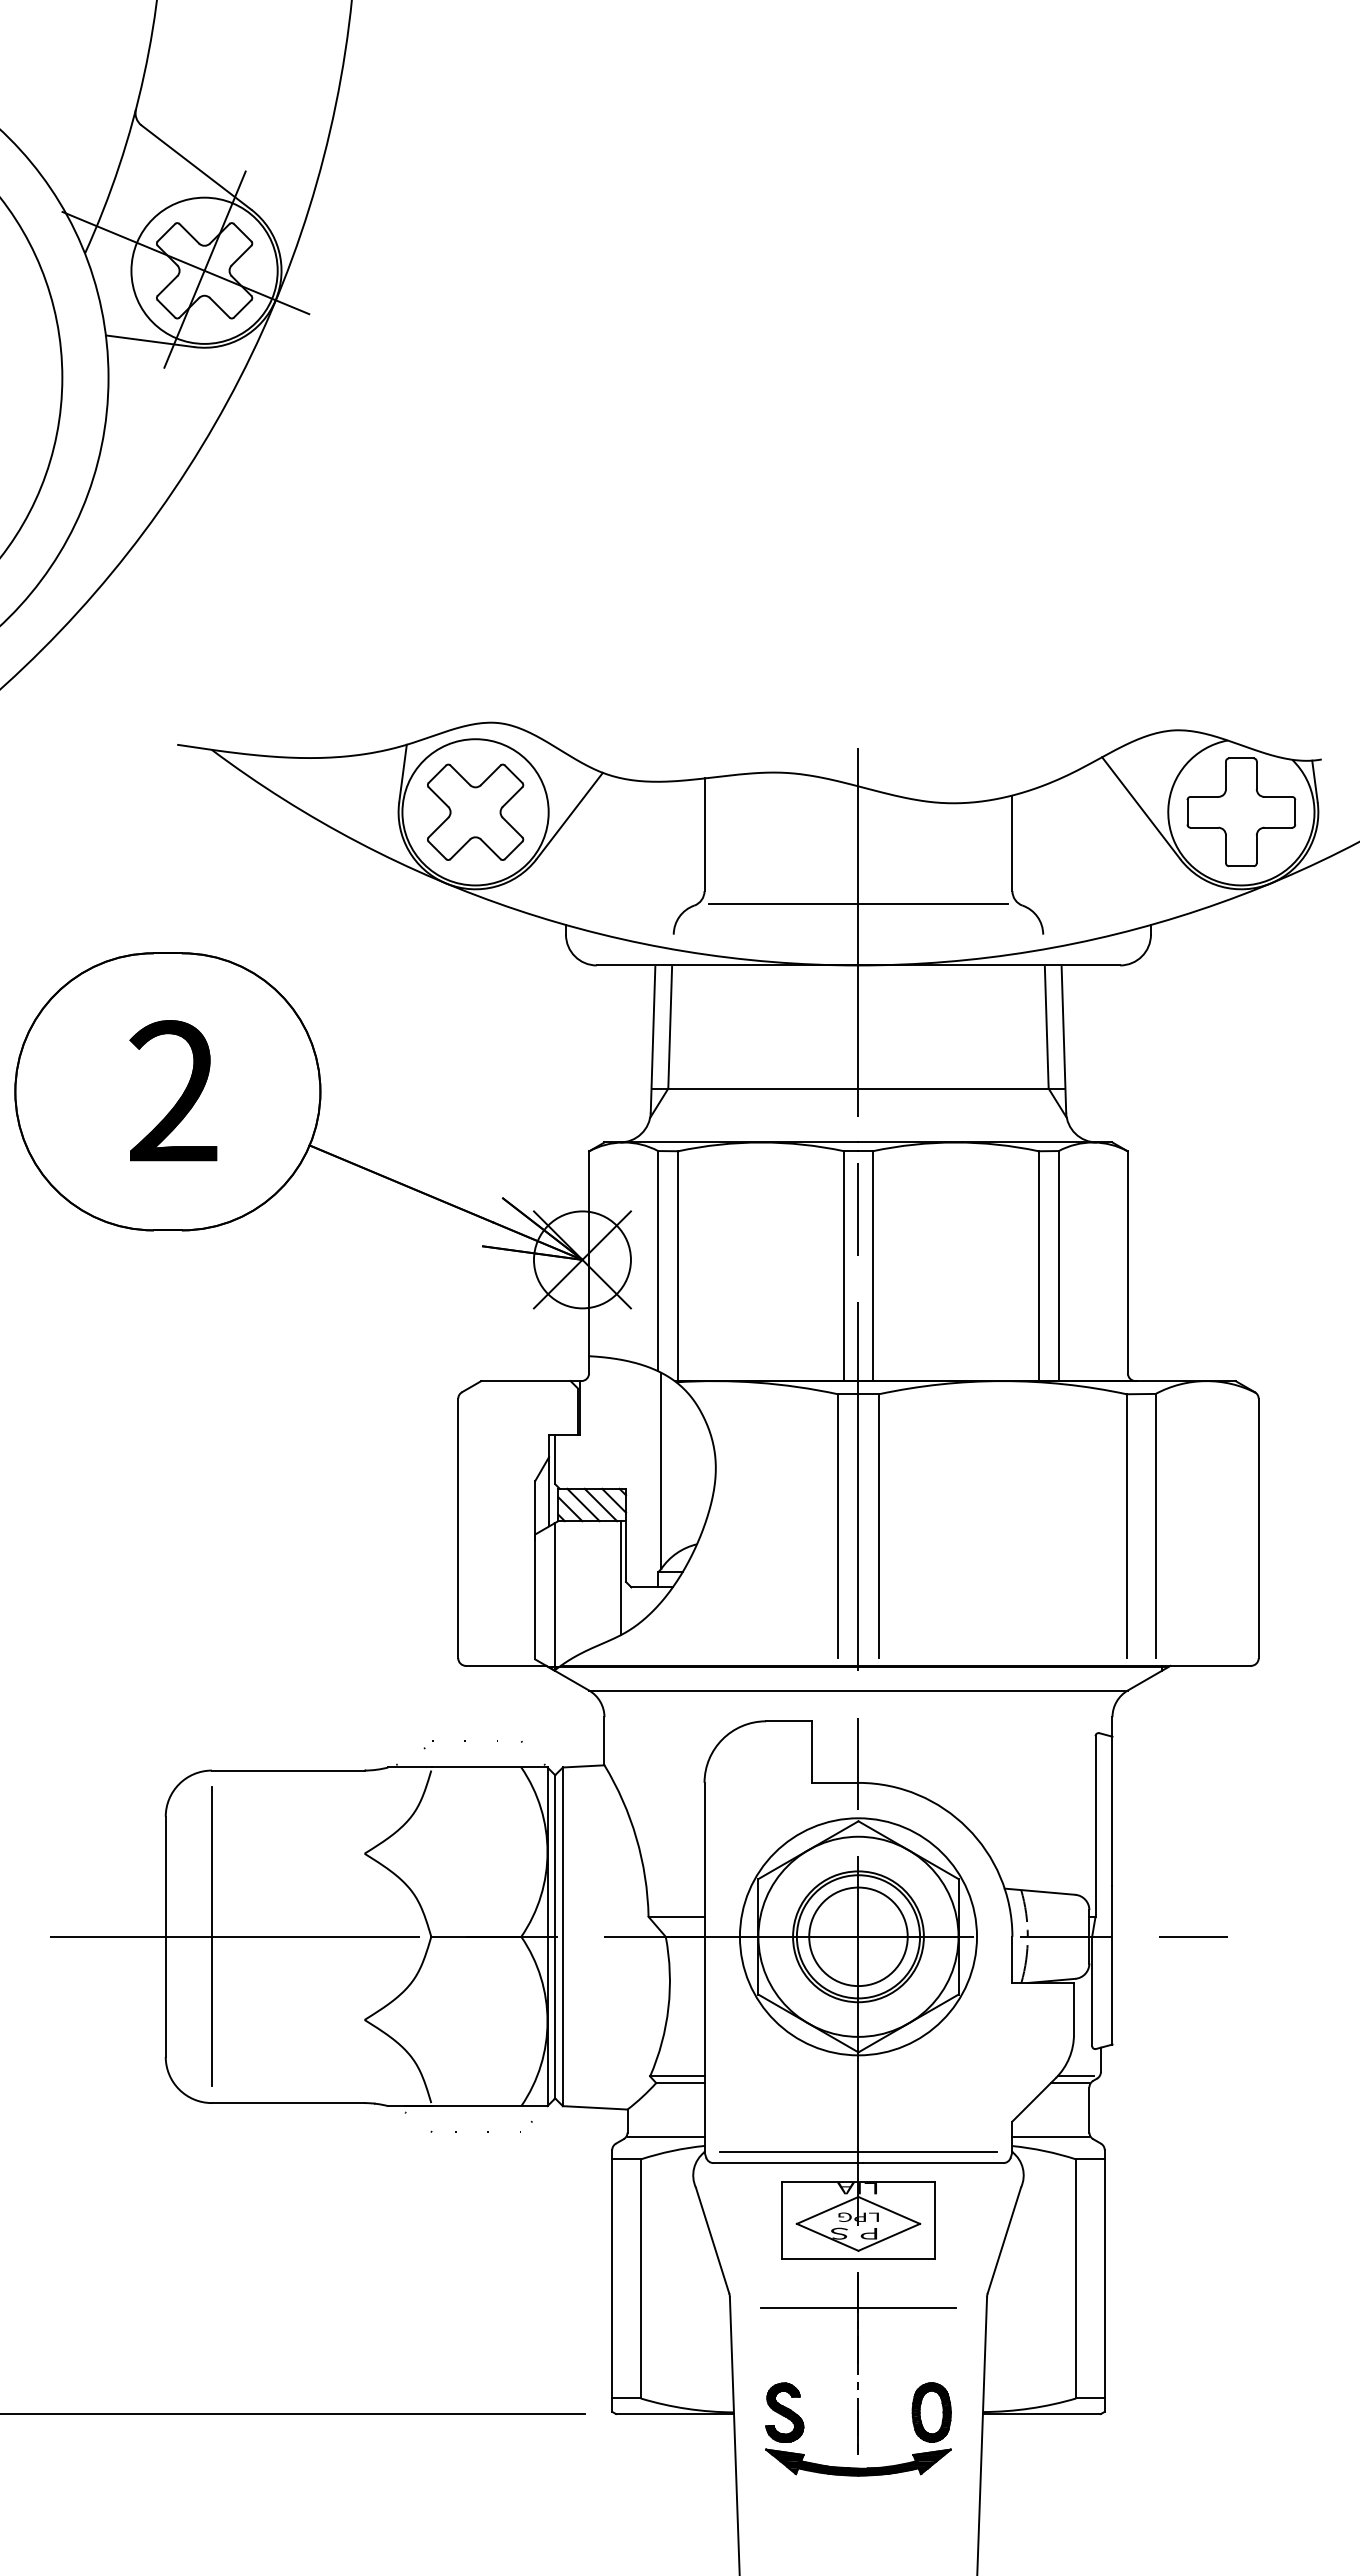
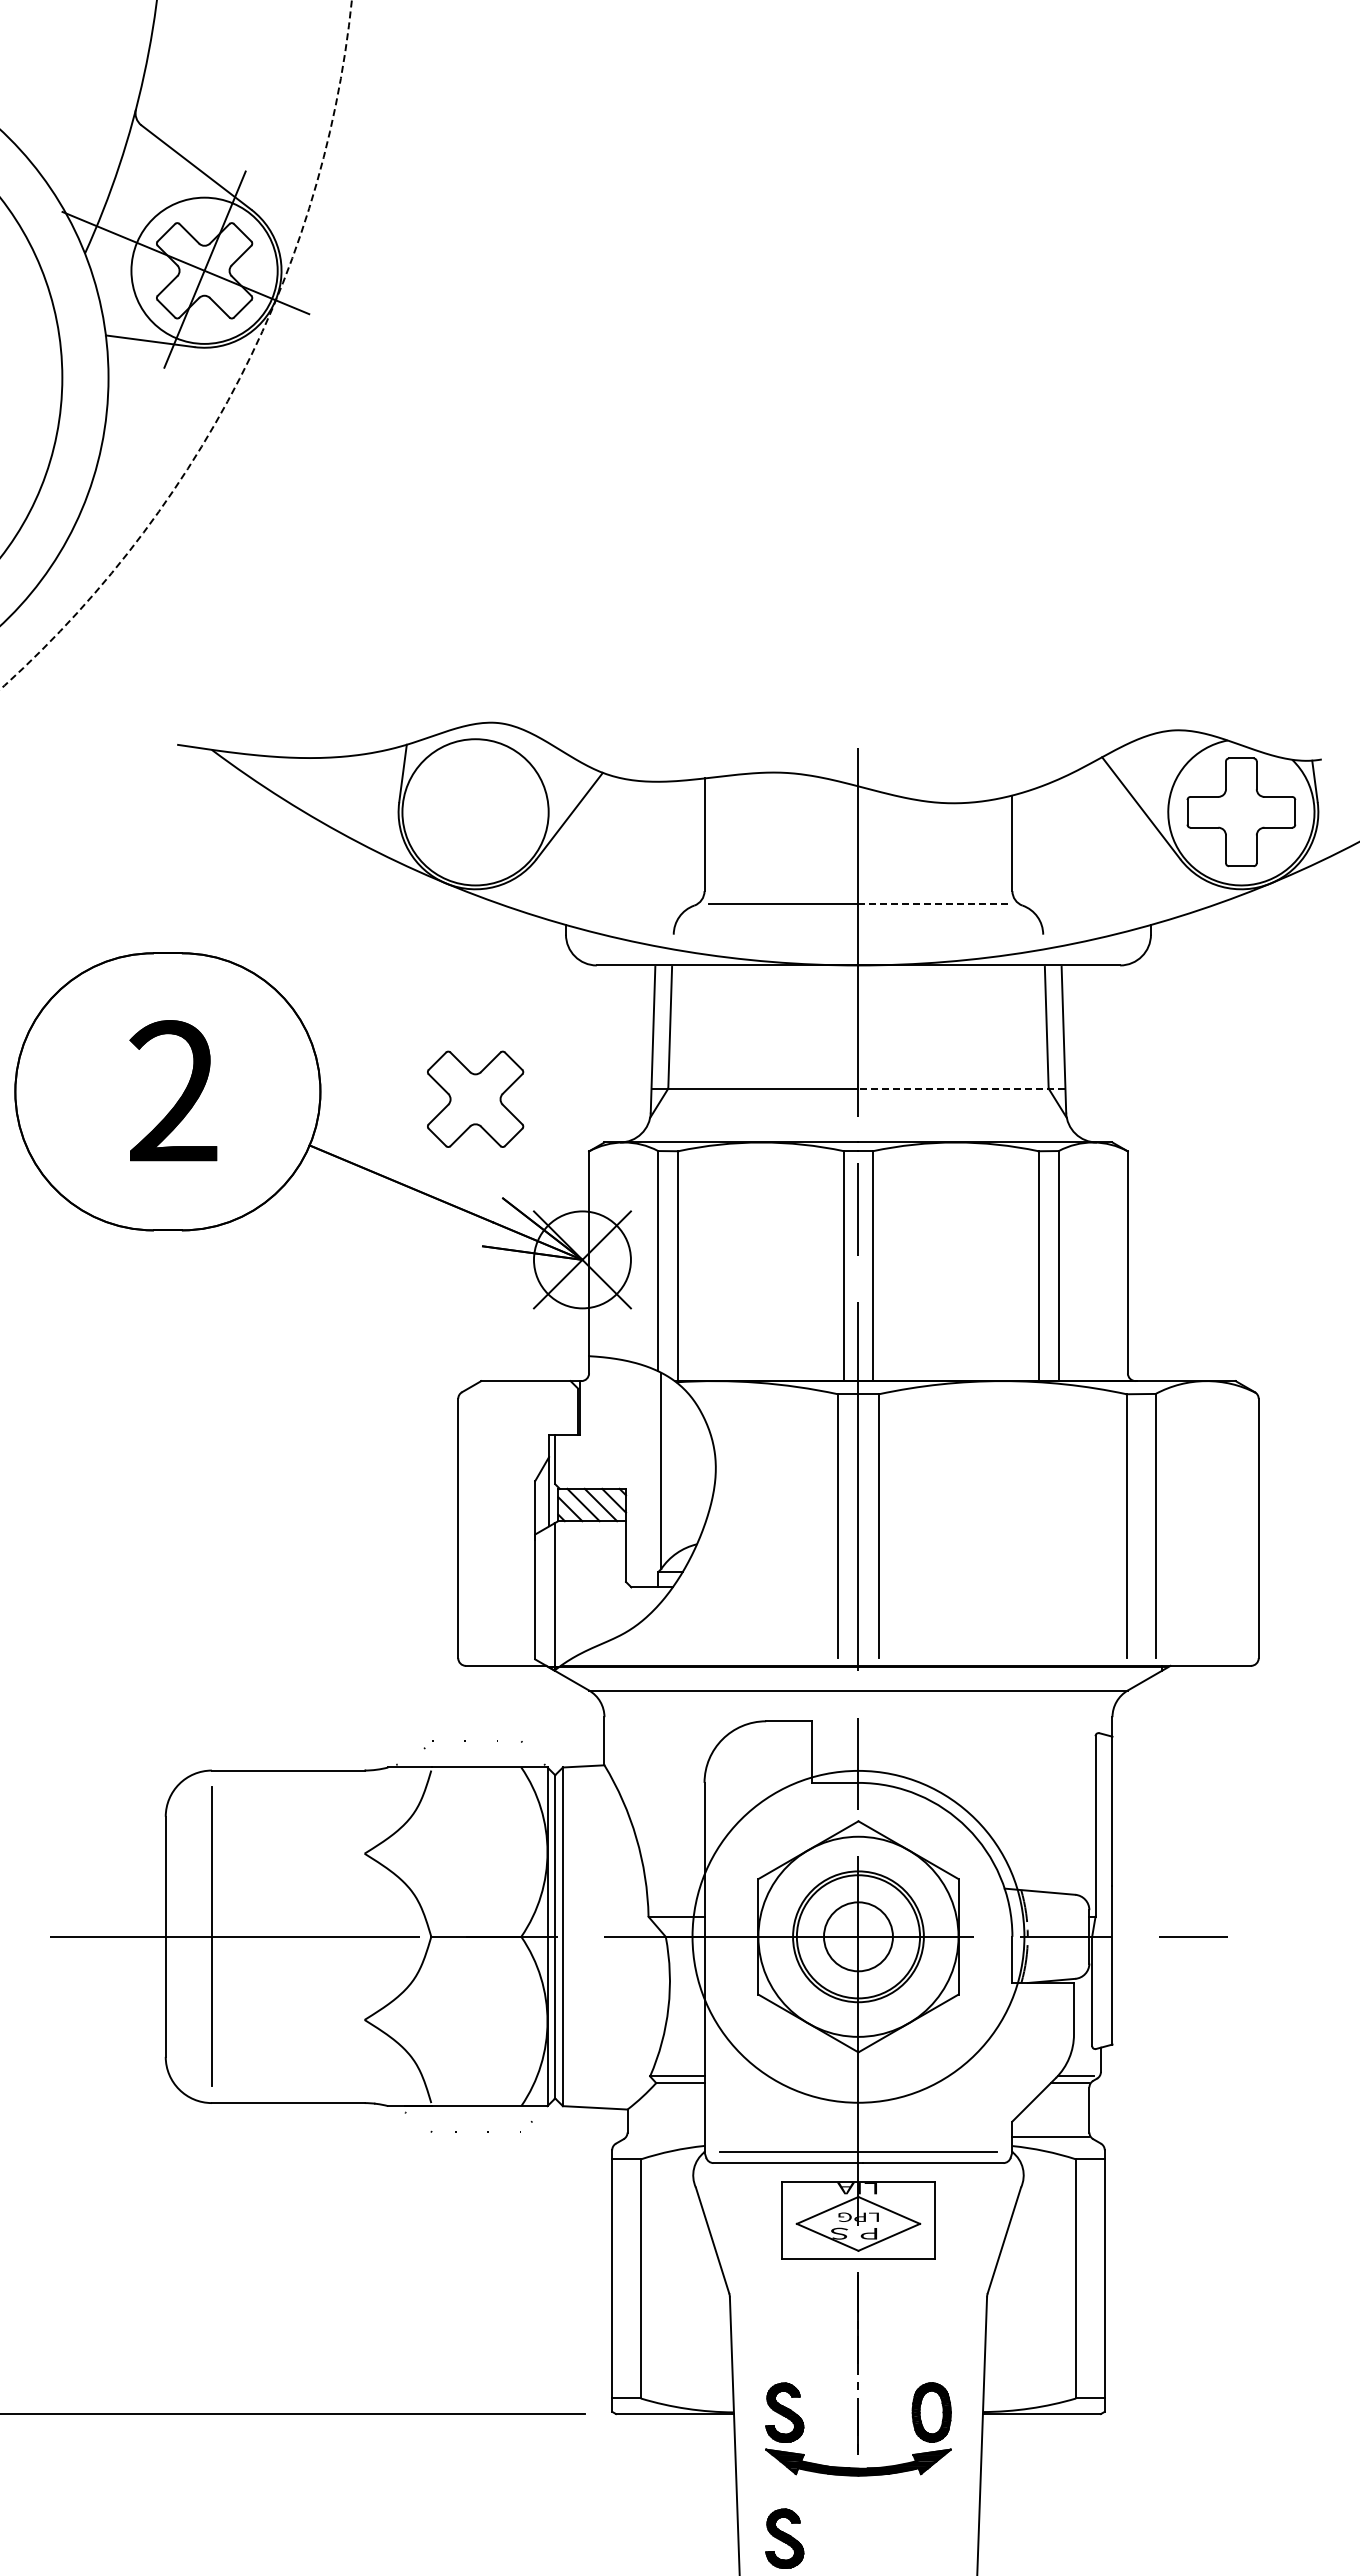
arc at (241, 375): solid -> dashed
part at (475, 811) position: (475, 811) -> (475, 1098)
line at (933, 903): solid -> dashed
line at (961, 1088): solid -> dashed
line at (621, 1577): present -> none
circle at (858, 1936) diameter: 237 px -> 332 px
circle at (858, 1936) diameter: 99 px -> 69 px
line at (665, 2136): present -> none
line at (858, 2307): present -> none
part at (784, 2538): none -> present
